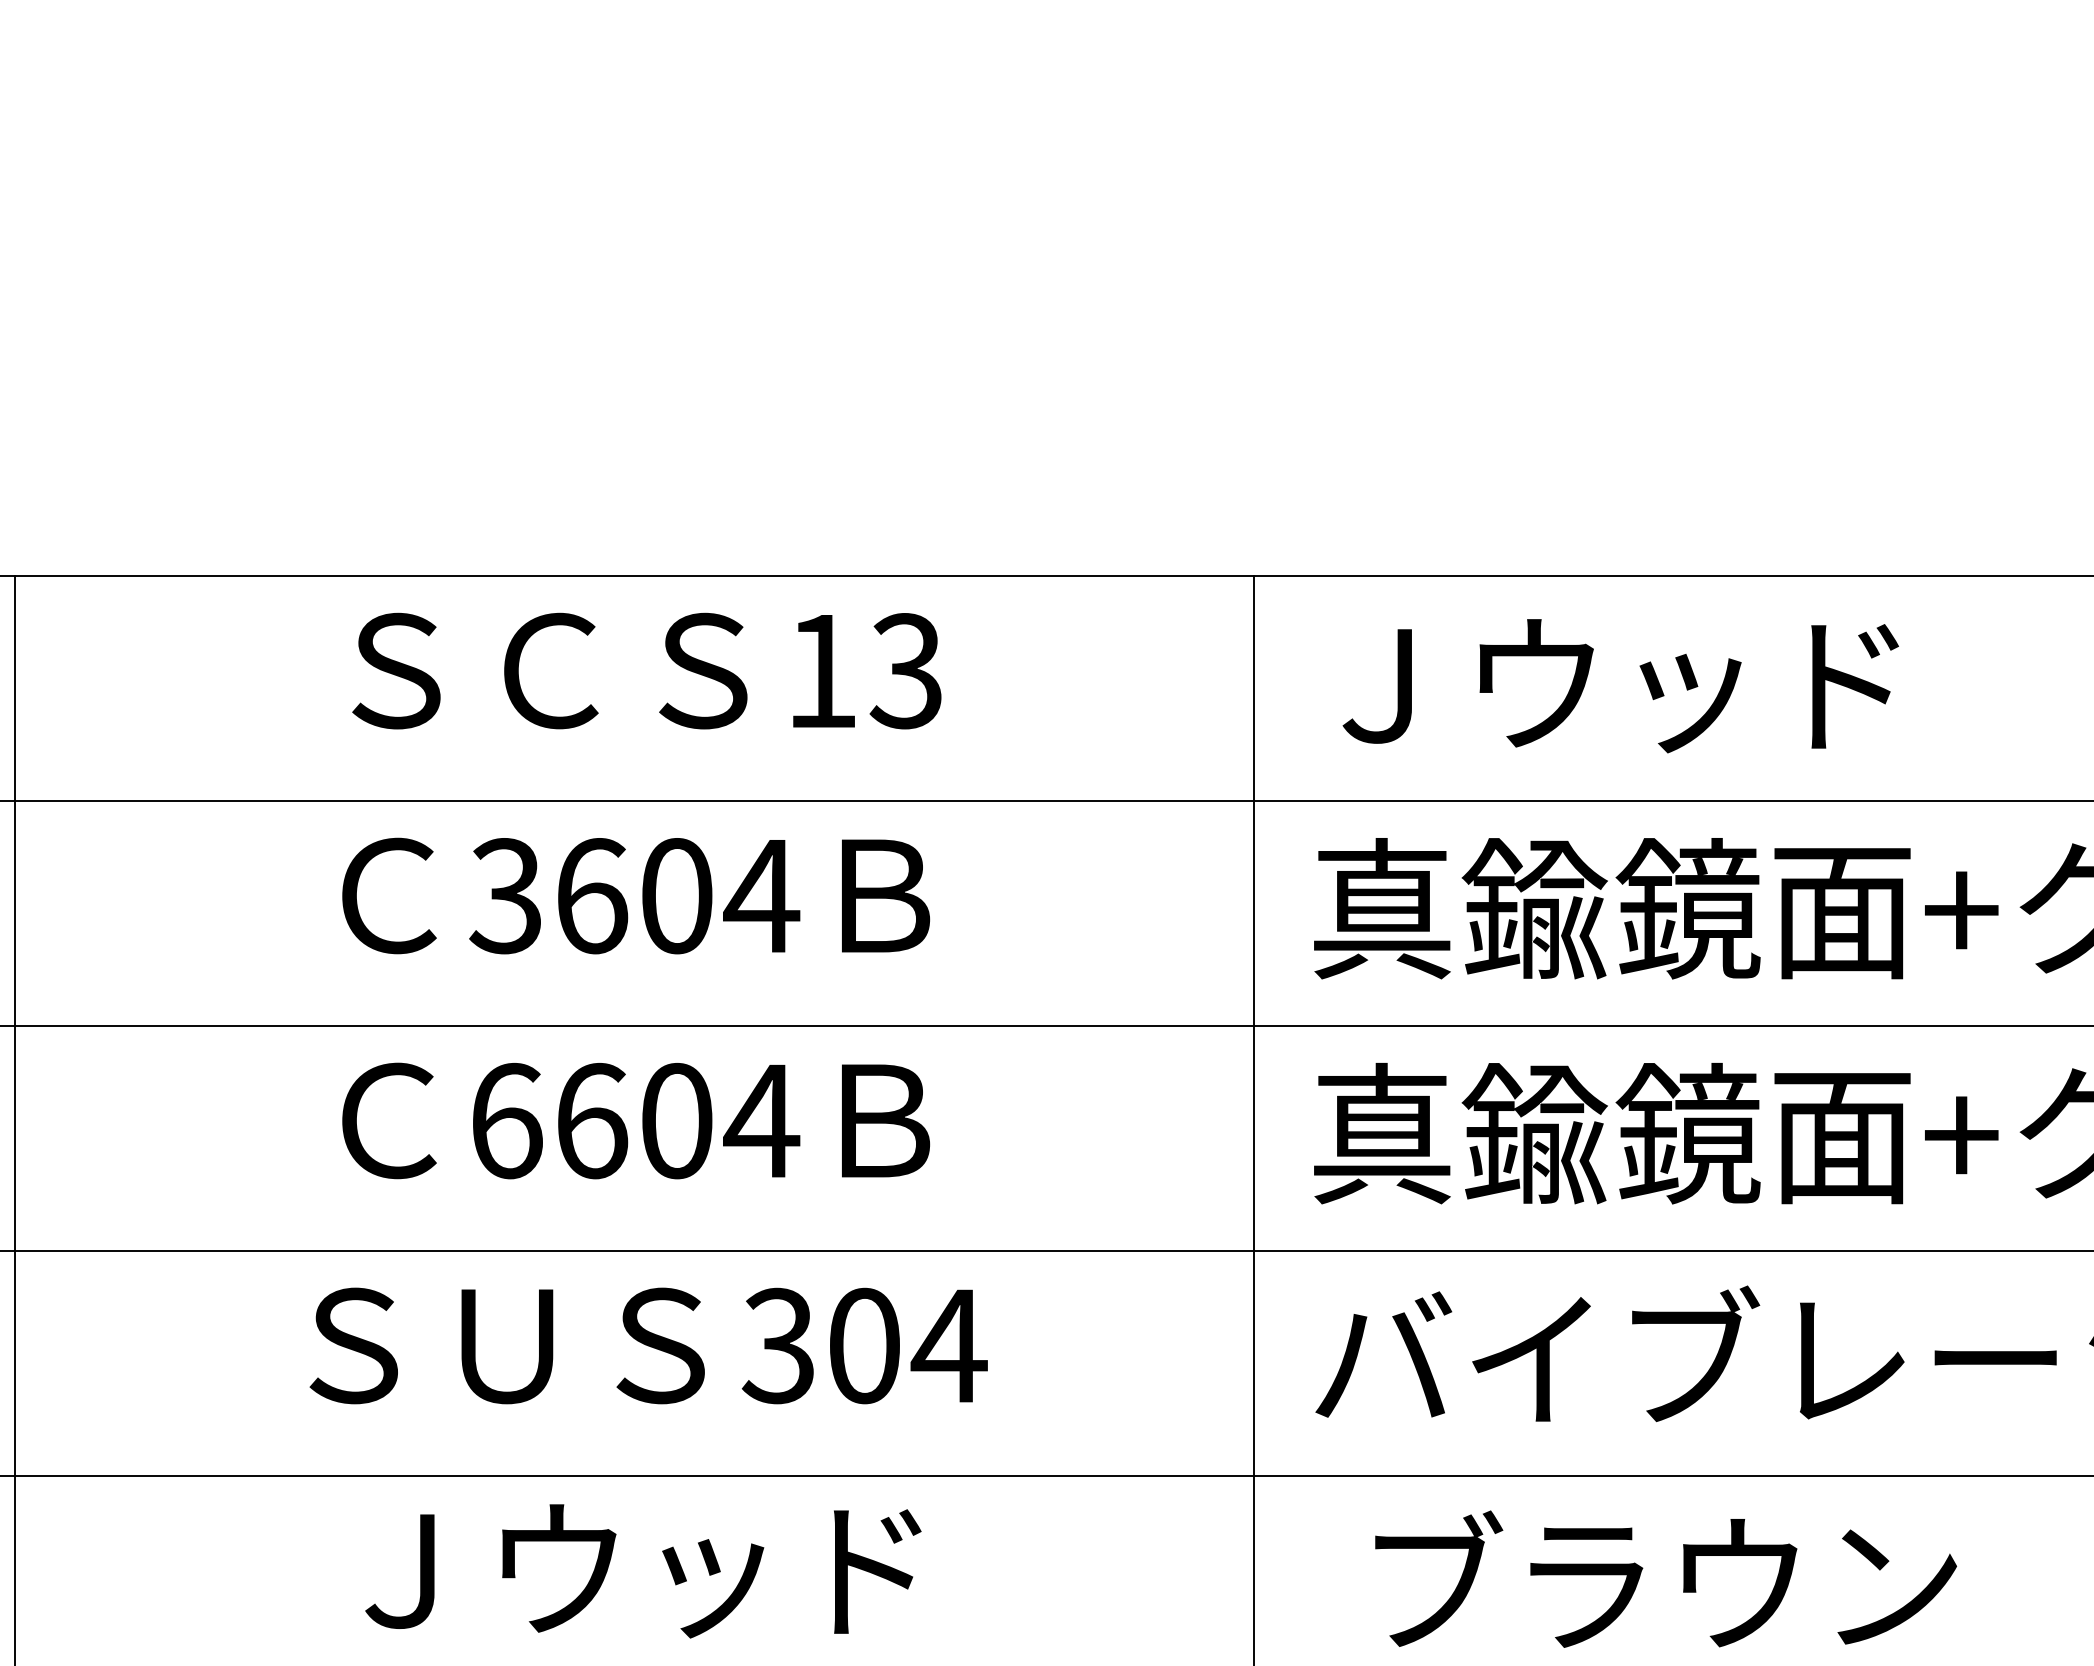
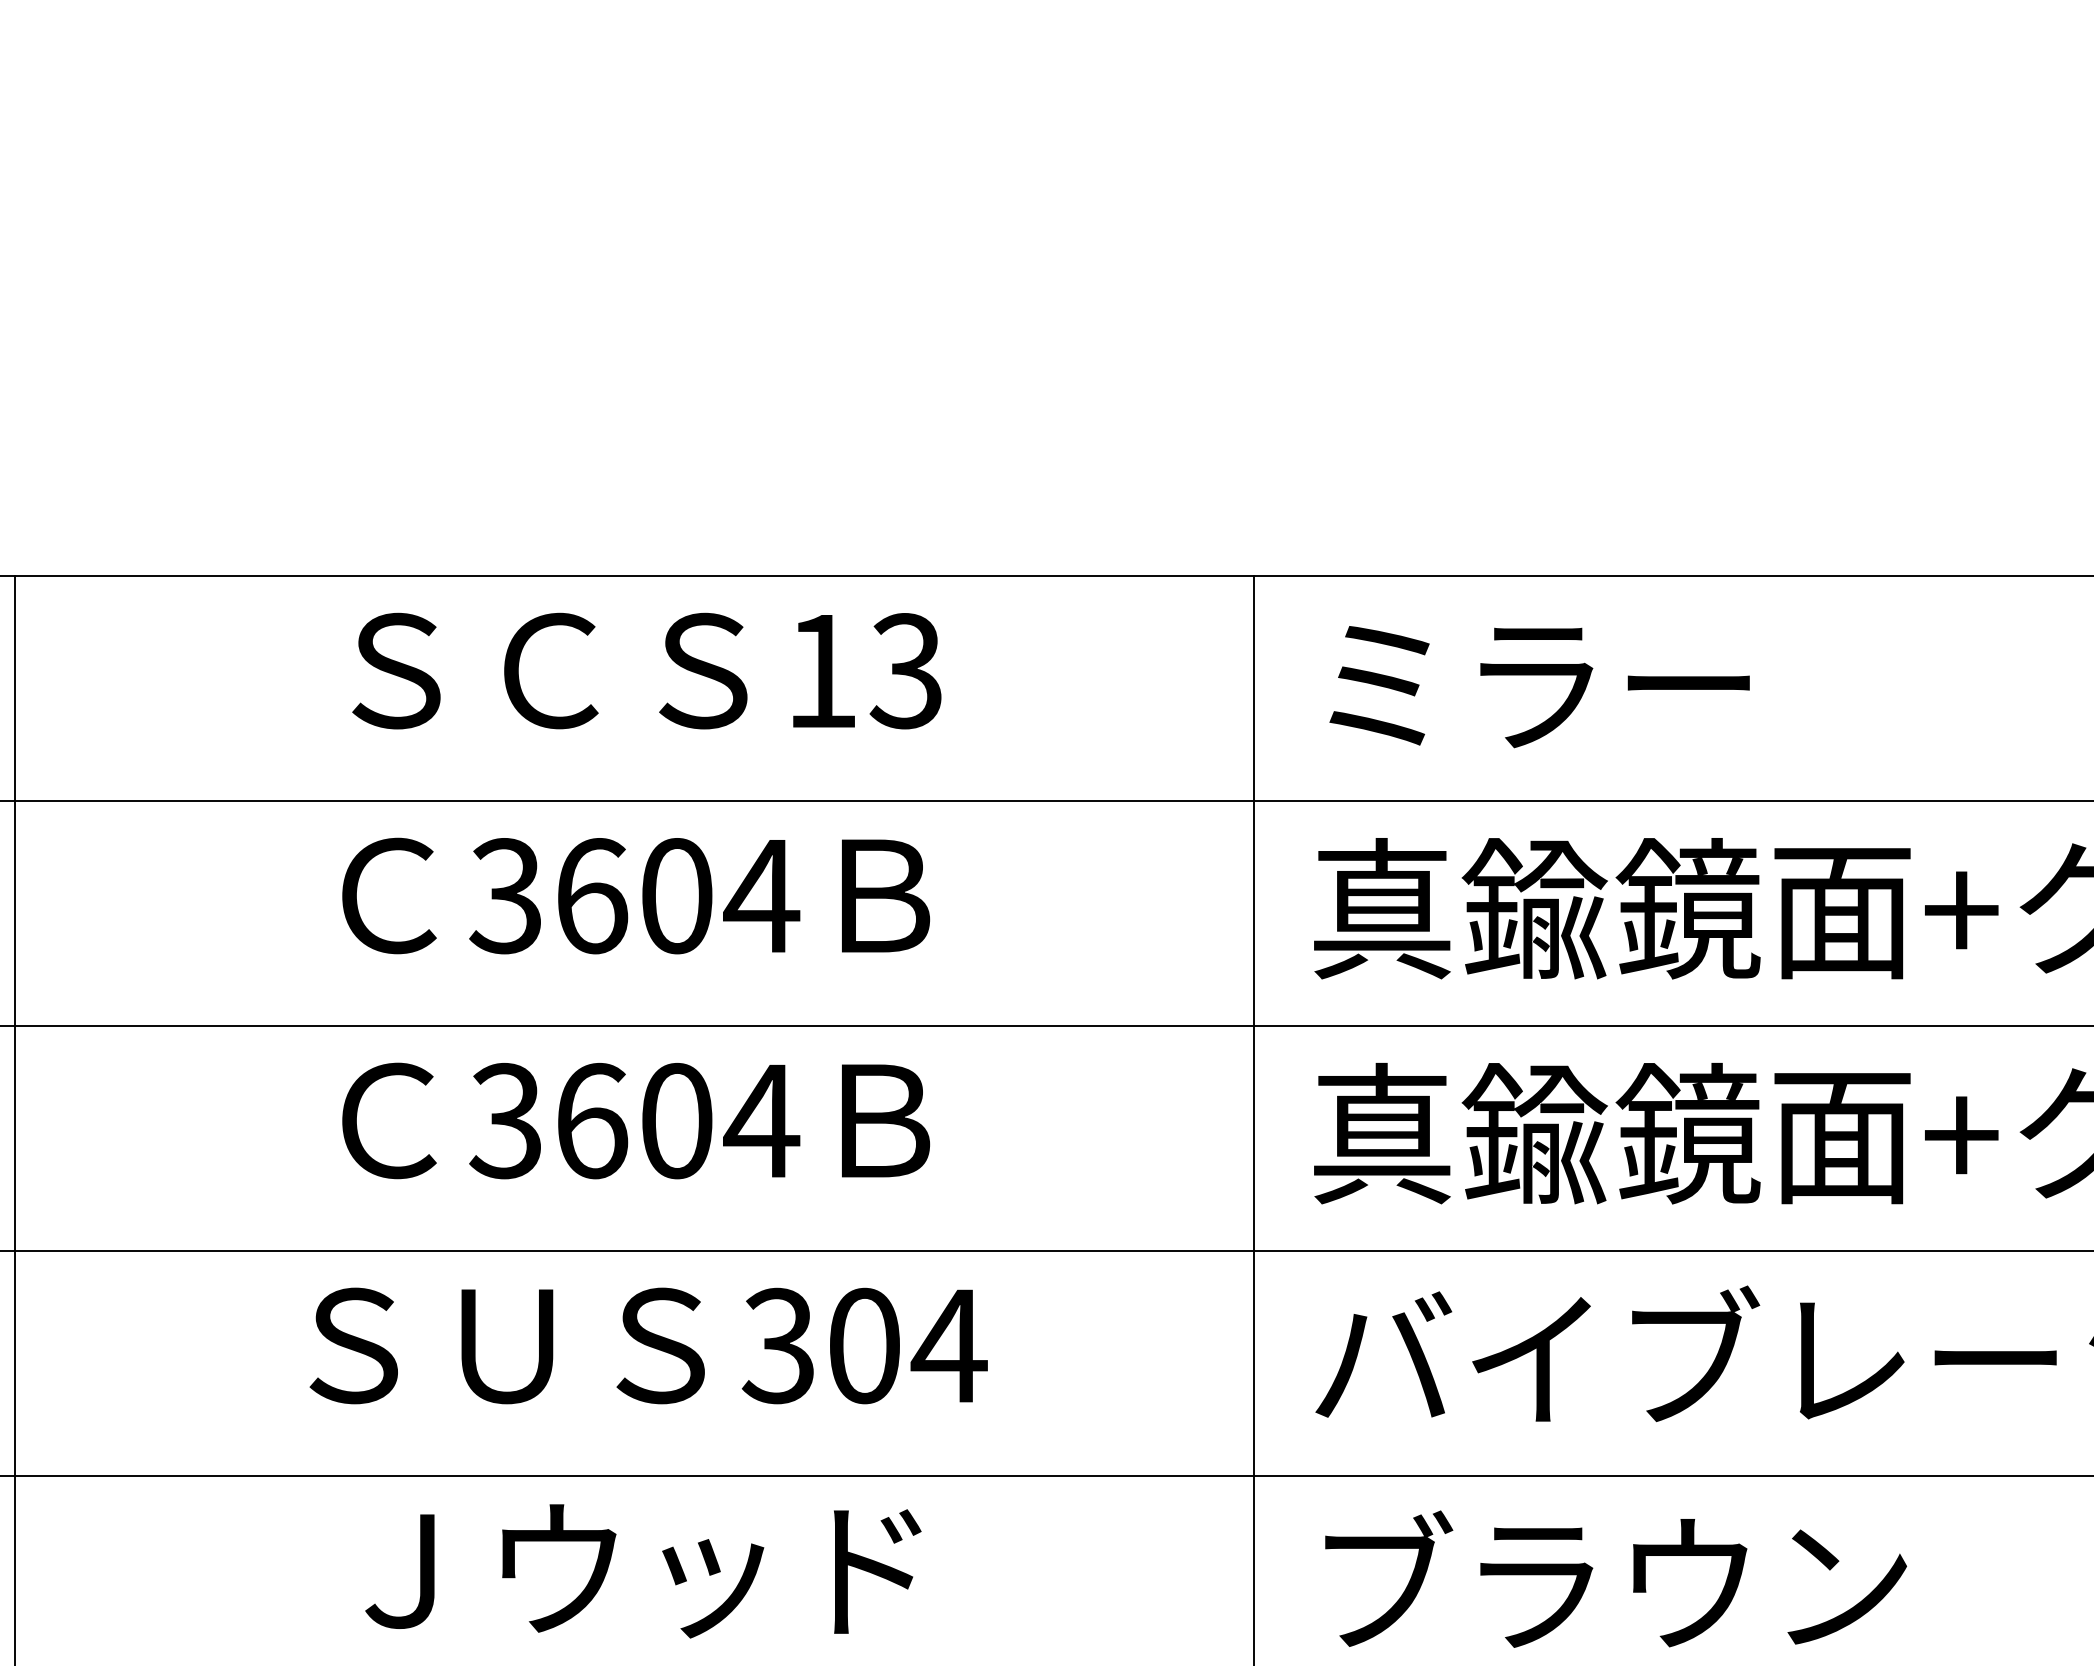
text at (1614, 686): Ｊウッド -> ミラー
text at (505, 1120): 6604 -> 3604
text at (1665, 1578) position: (1665, 1578) -> (1615, 1578)
